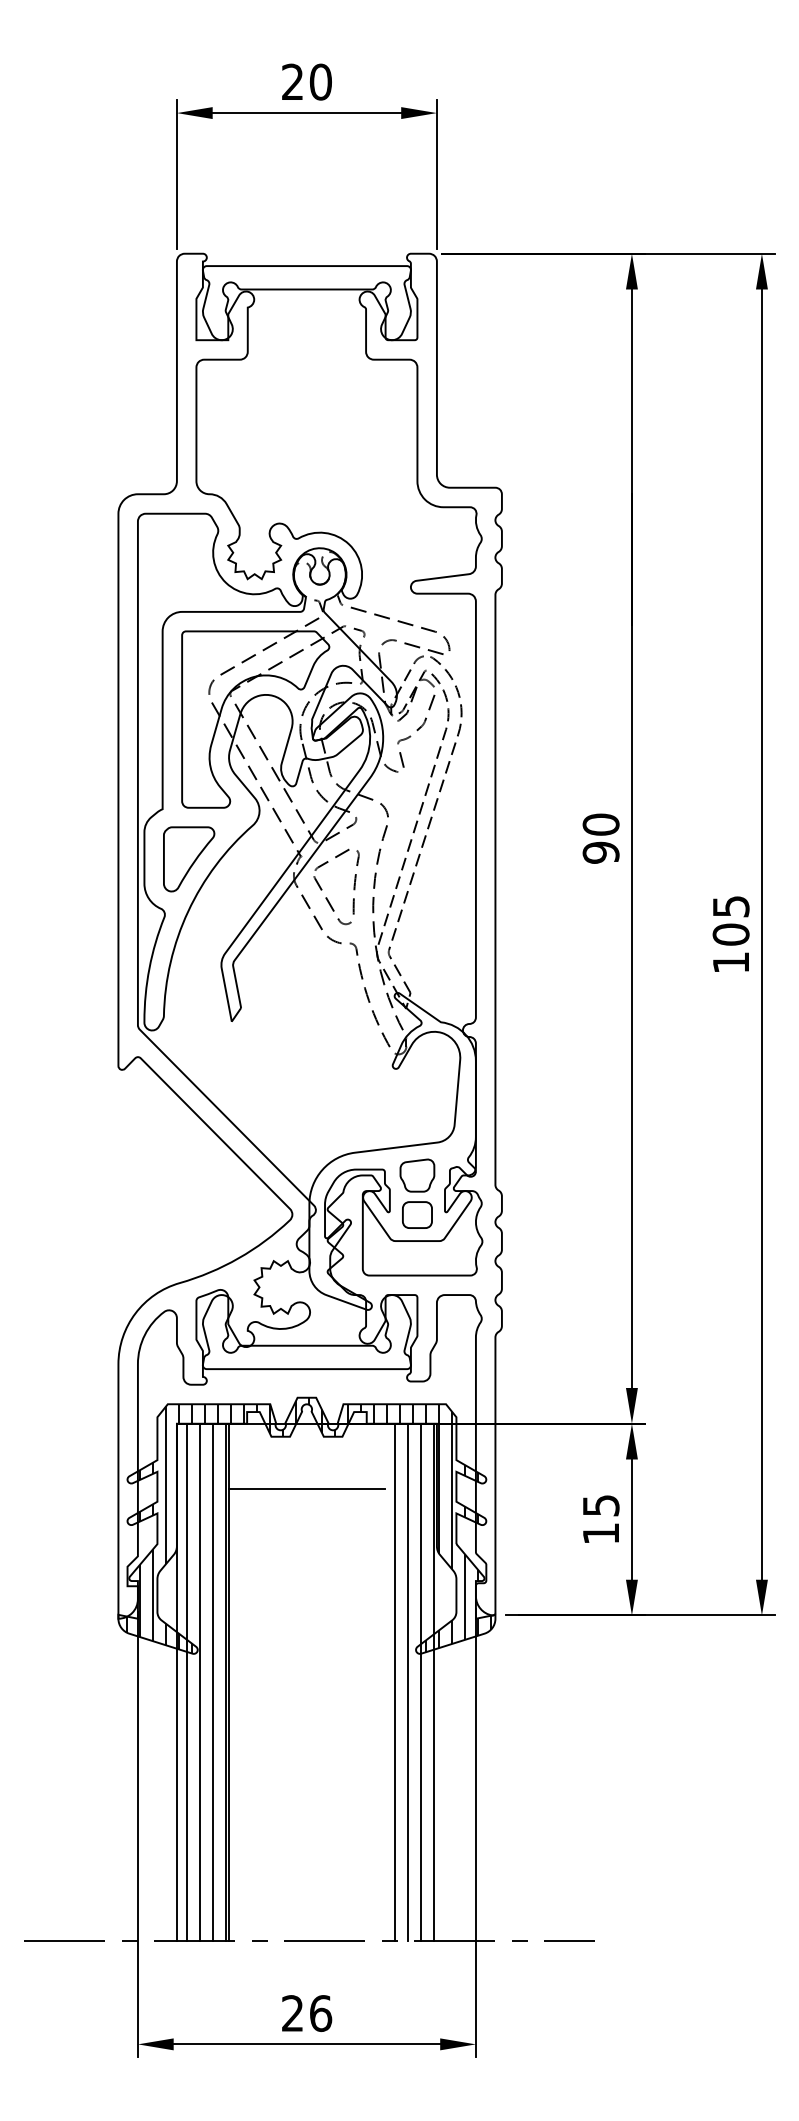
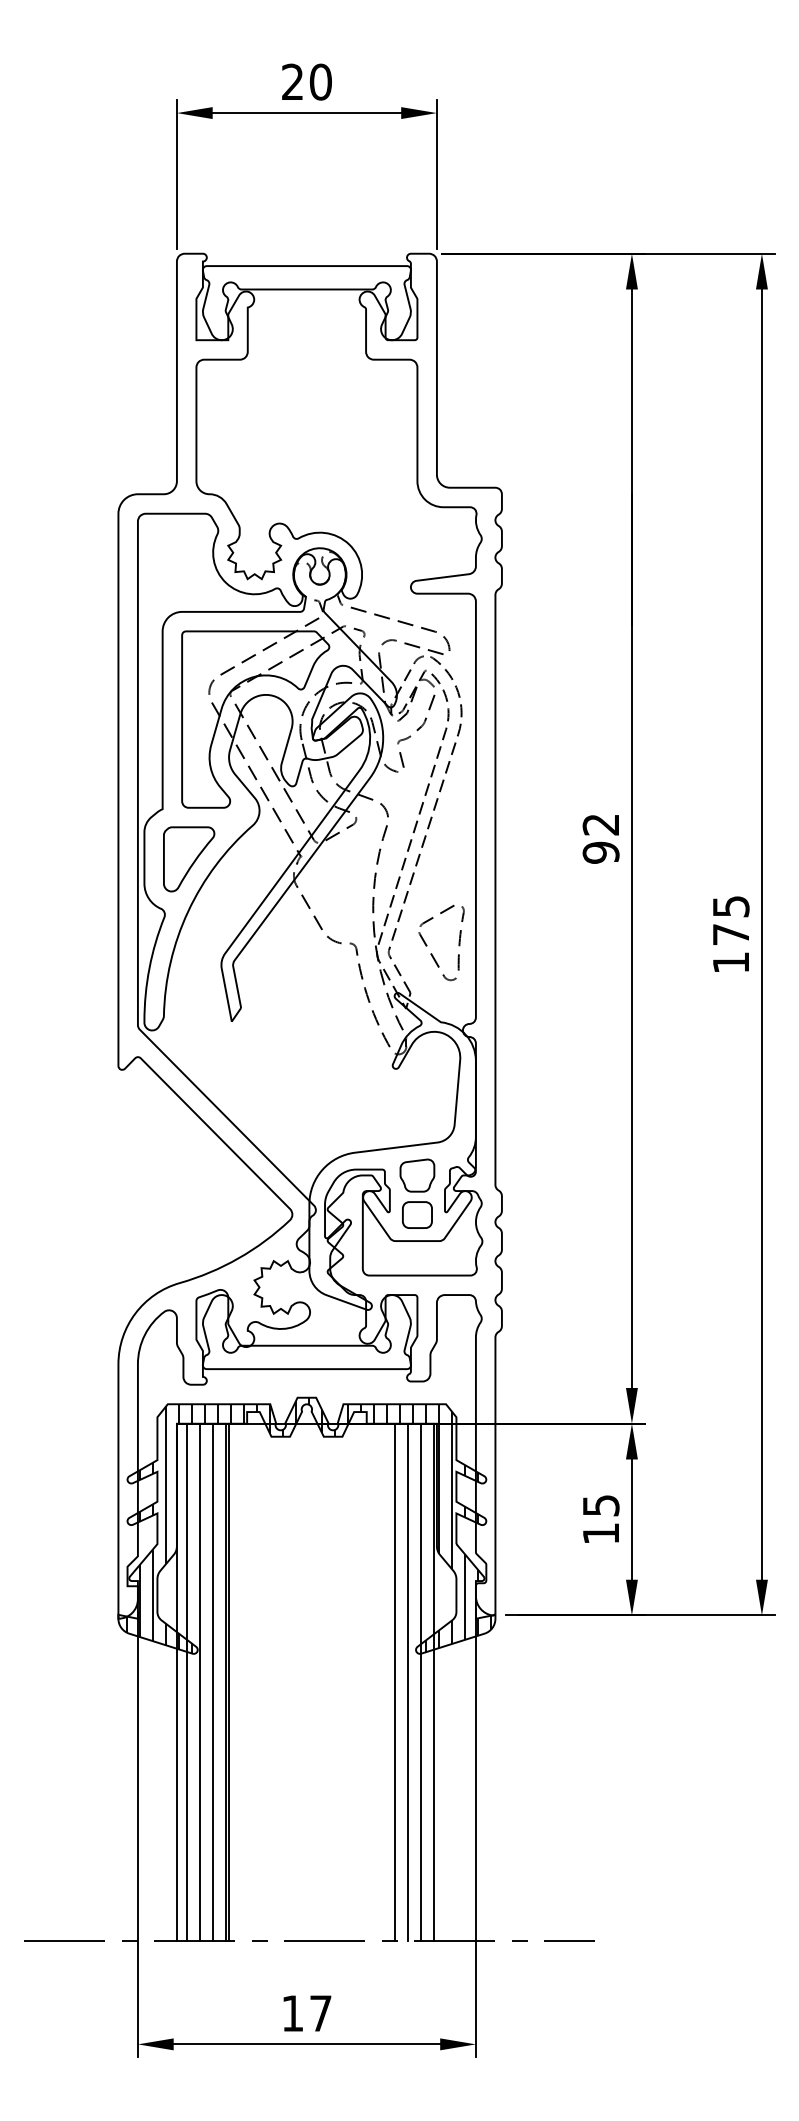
text at (600, 824): 90 -> 92
part at (327, 897) position: (327, 897) -> (432, 953)
text at (730, 934): 105 -> 175
line at (306, 1488): present -> none
text at (307, 2013): 26 -> 17
